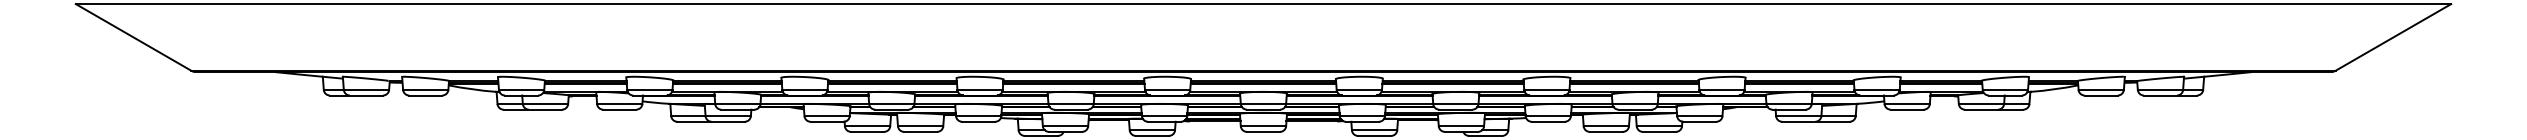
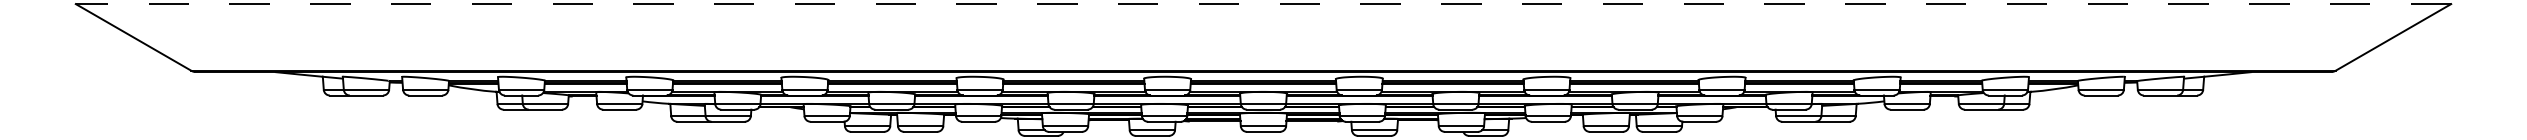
line at (1263, 4): solid -> dashed
